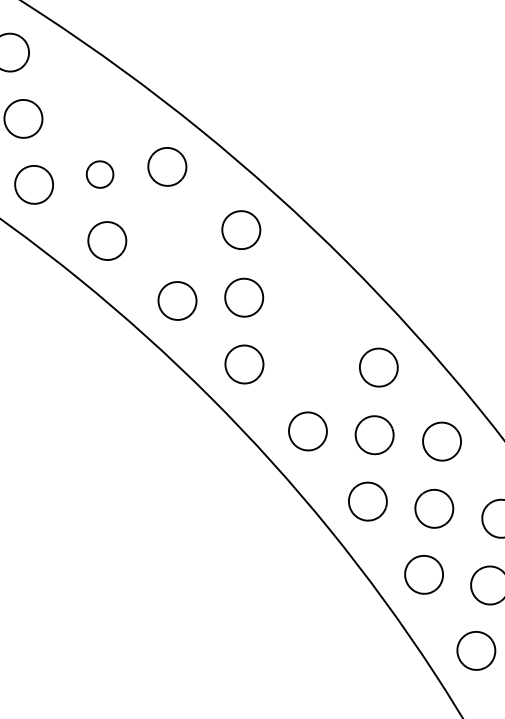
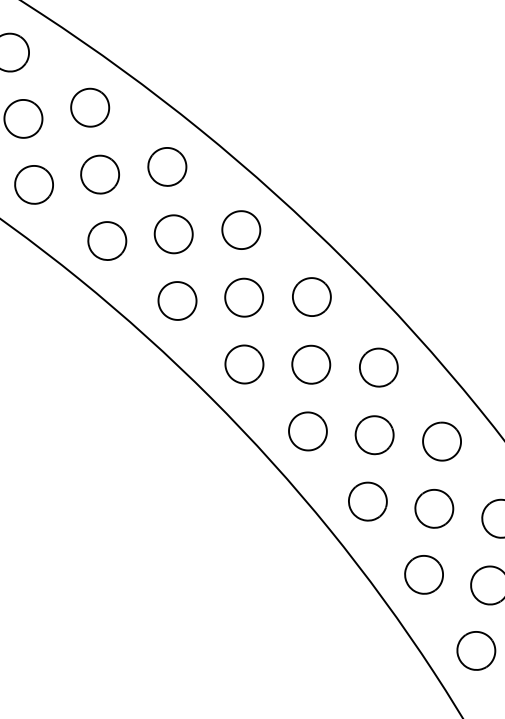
part at (90, 107): none -> present
part at (99, 174) size: 30x29 px -> 40x41 px
part at (173, 234): none -> present
part at (311, 296): none -> present
part at (311, 364): none -> present
